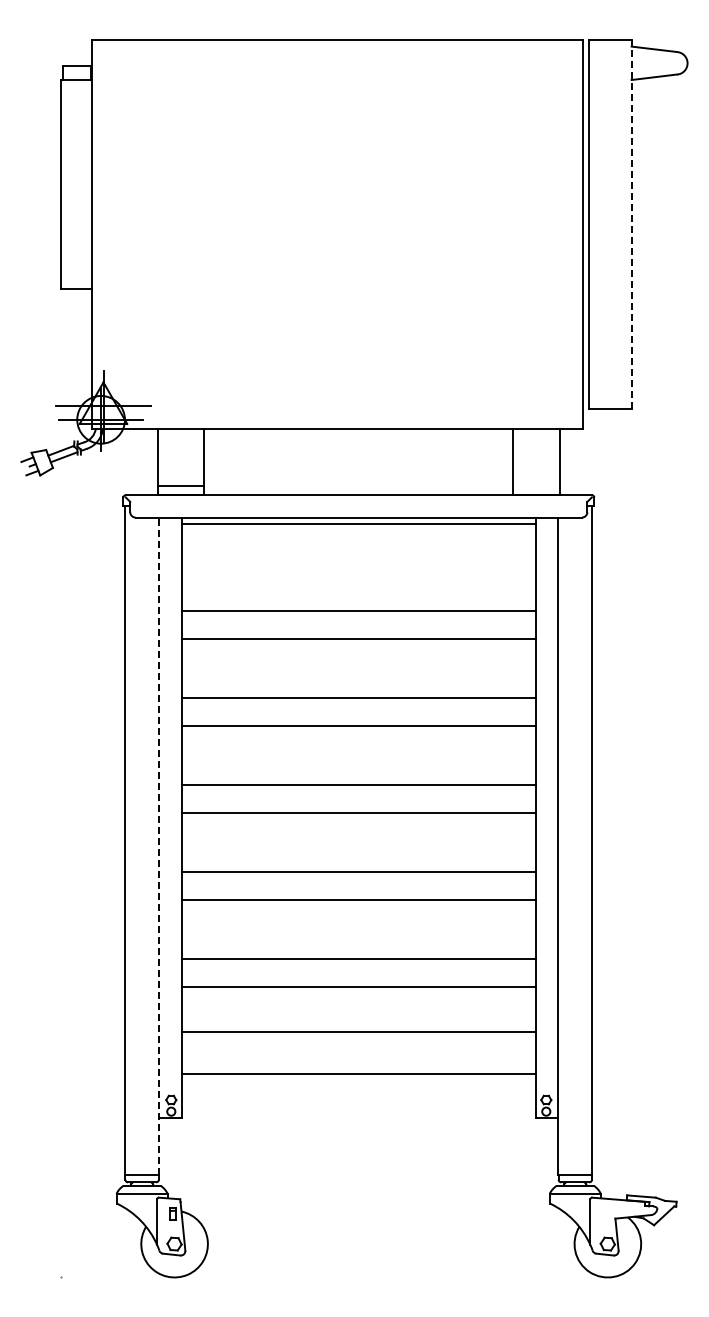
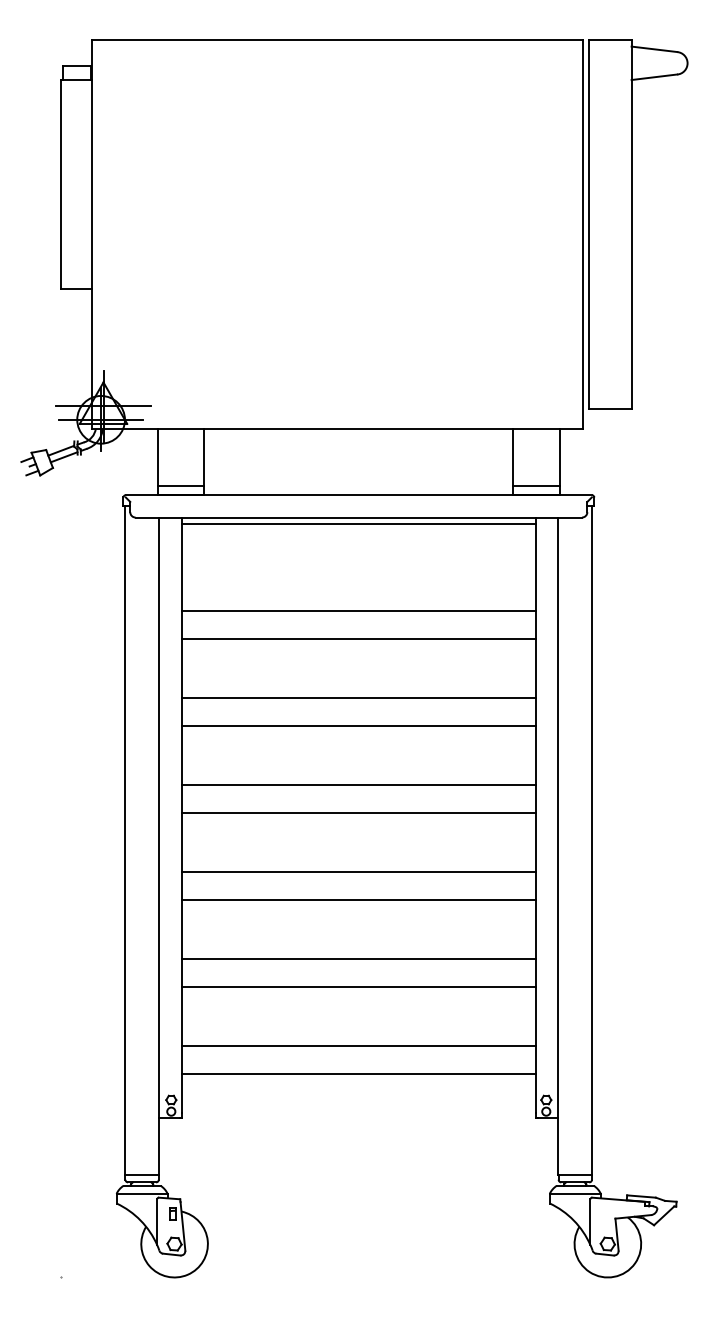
line at (631, 224): dashed -> solid
line at (536, 486): none -> present
line at (159, 846): dashed -> solid
line at (358, 1032) position: (358, 1032) -> (358, 1046)
